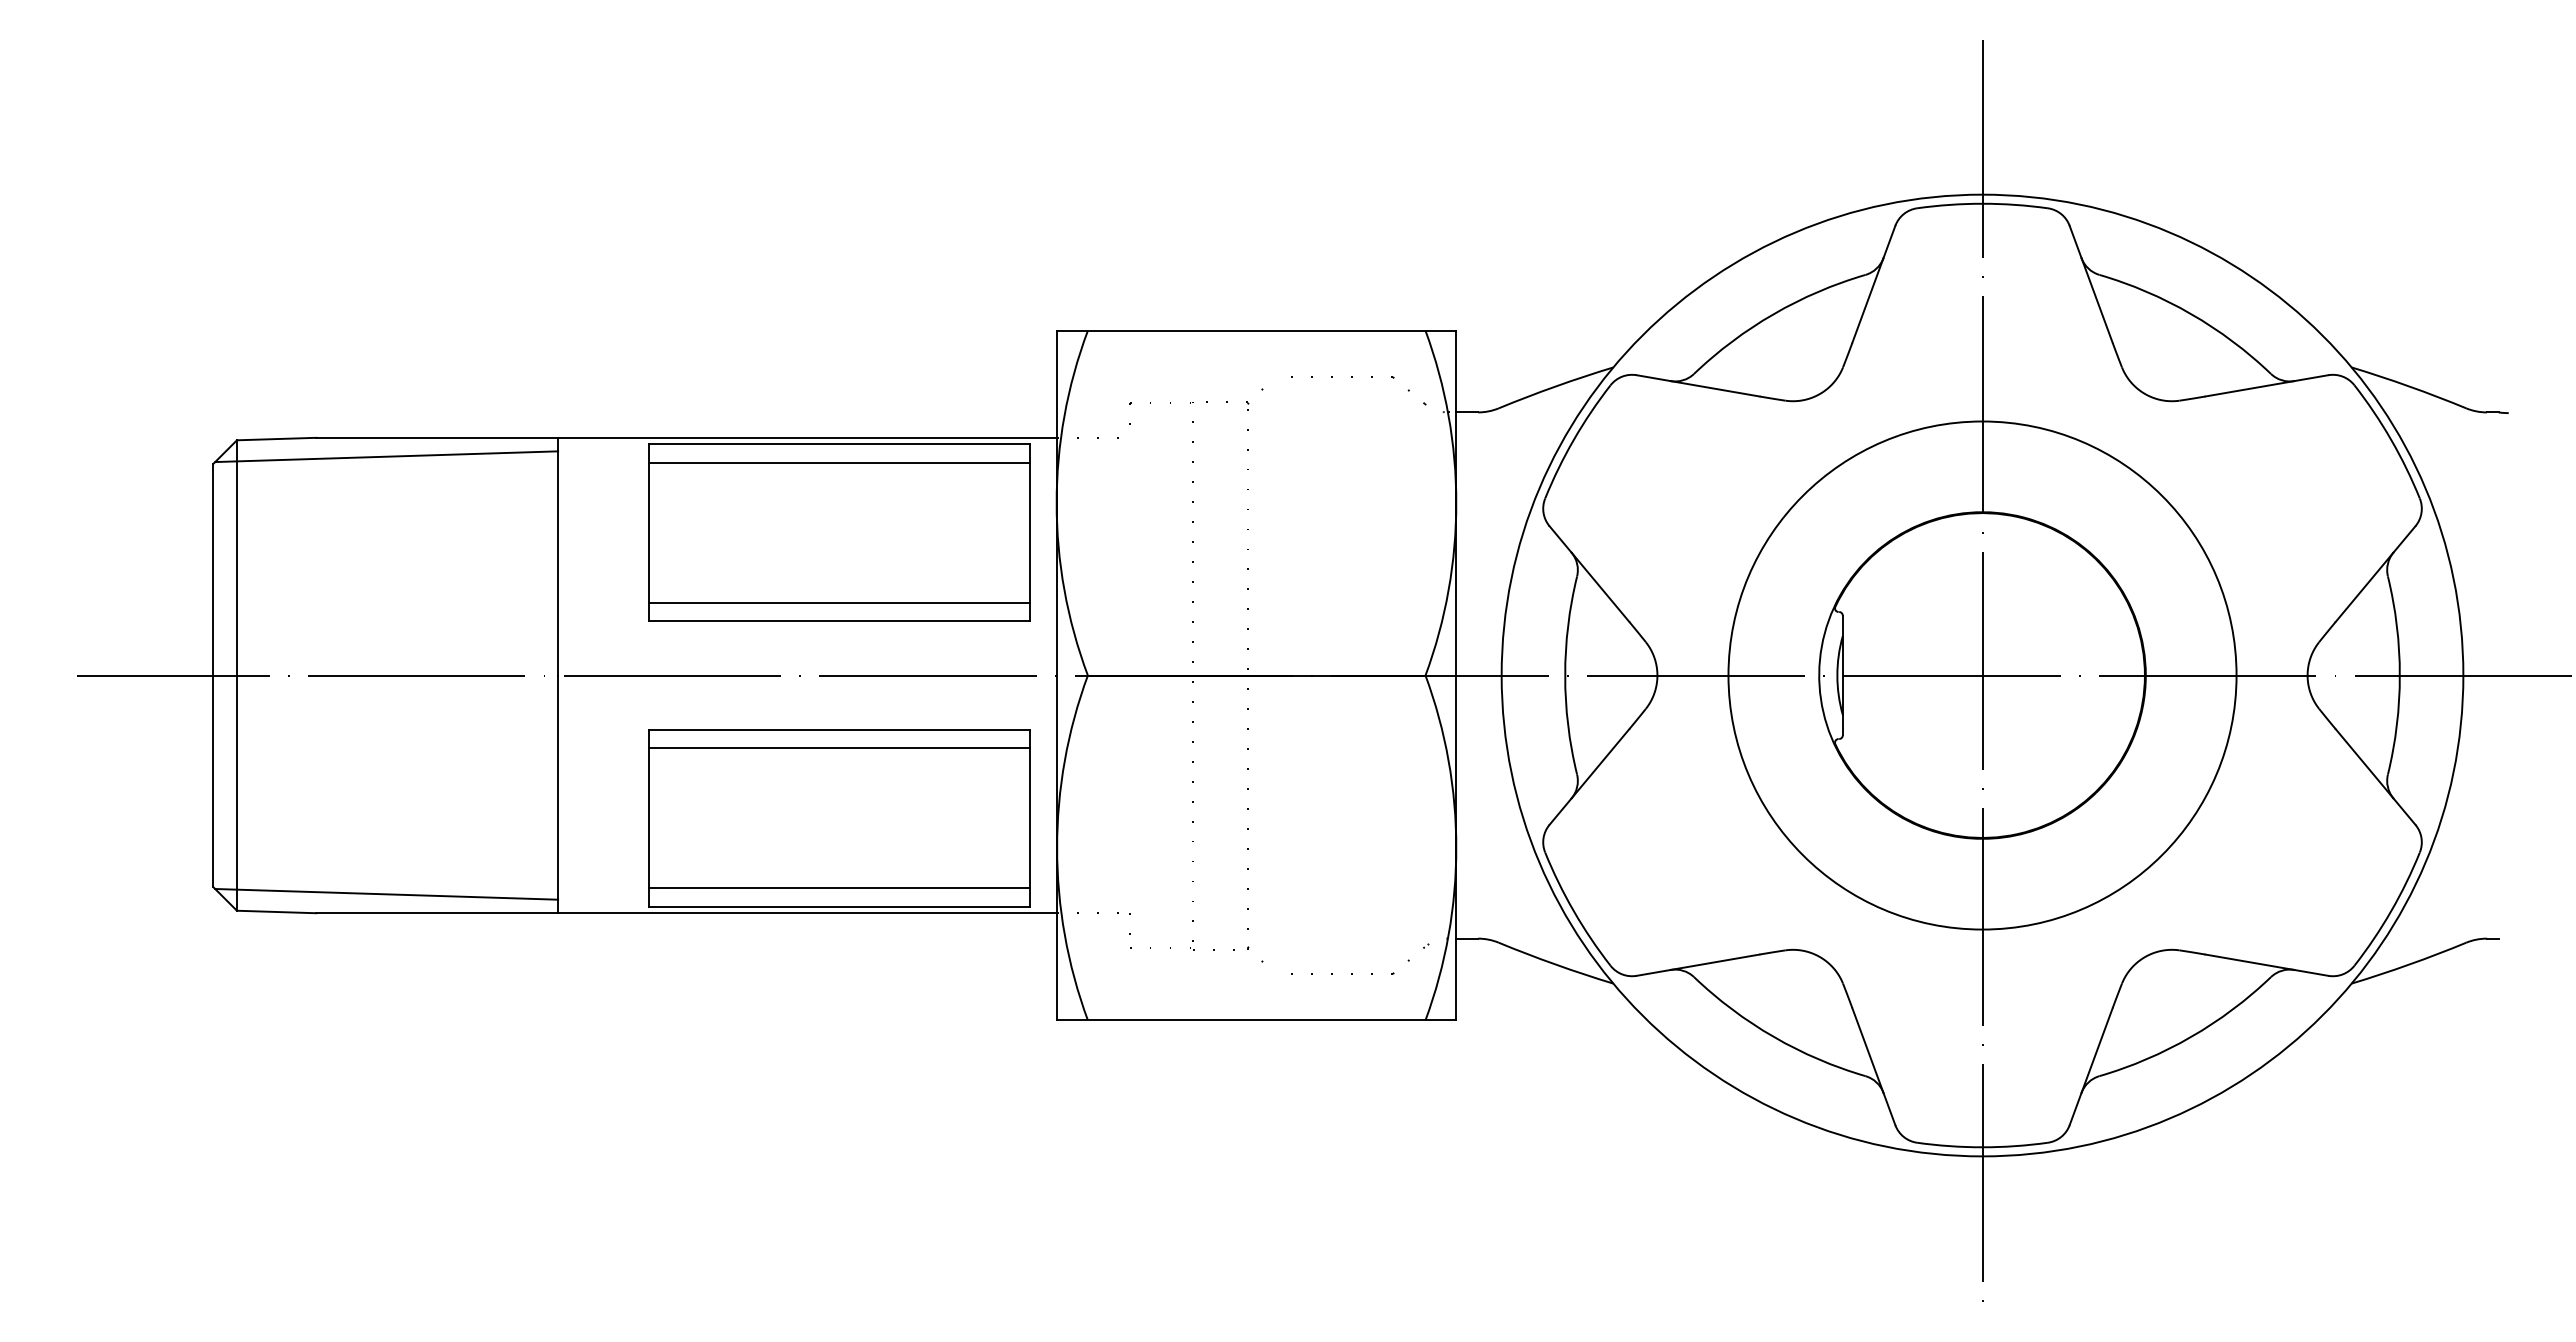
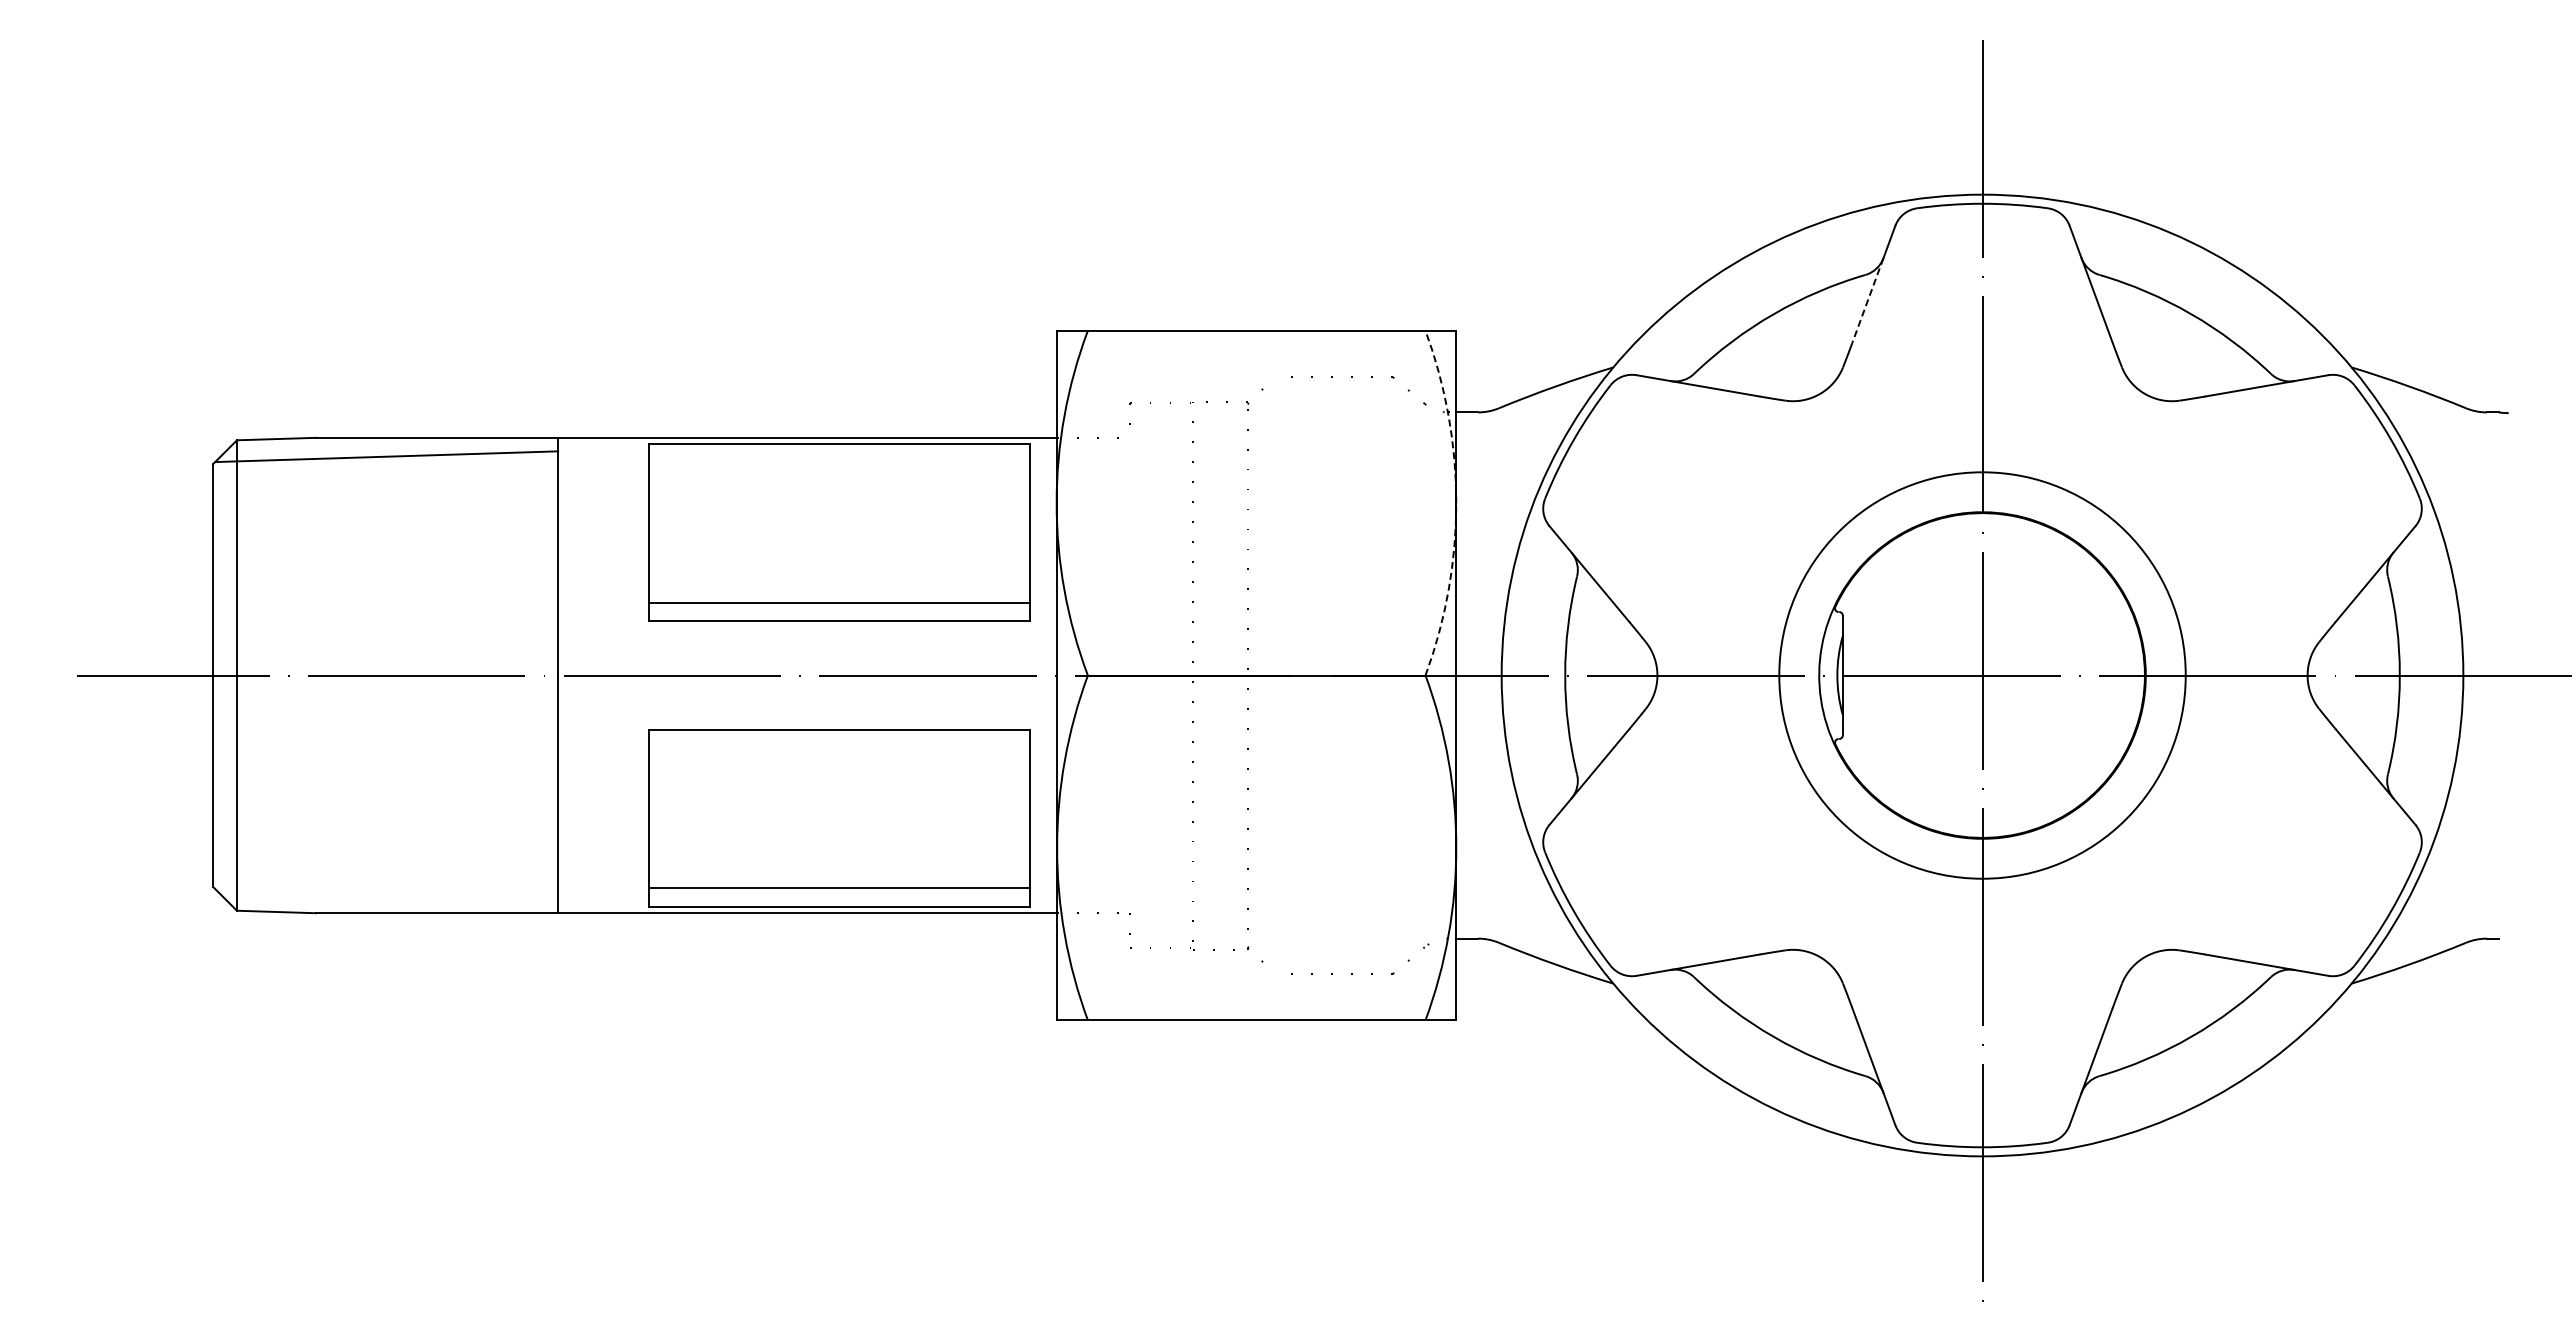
line at (1867, 300): solid -> dashed
line at (838, 463): present -> none
arc at (1456, 503): solid -> dashed
circle at (1982, 675) diameter: 508 px -> 406 px
line at (838, 748): present -> none
line at (386, 893): present -> none
